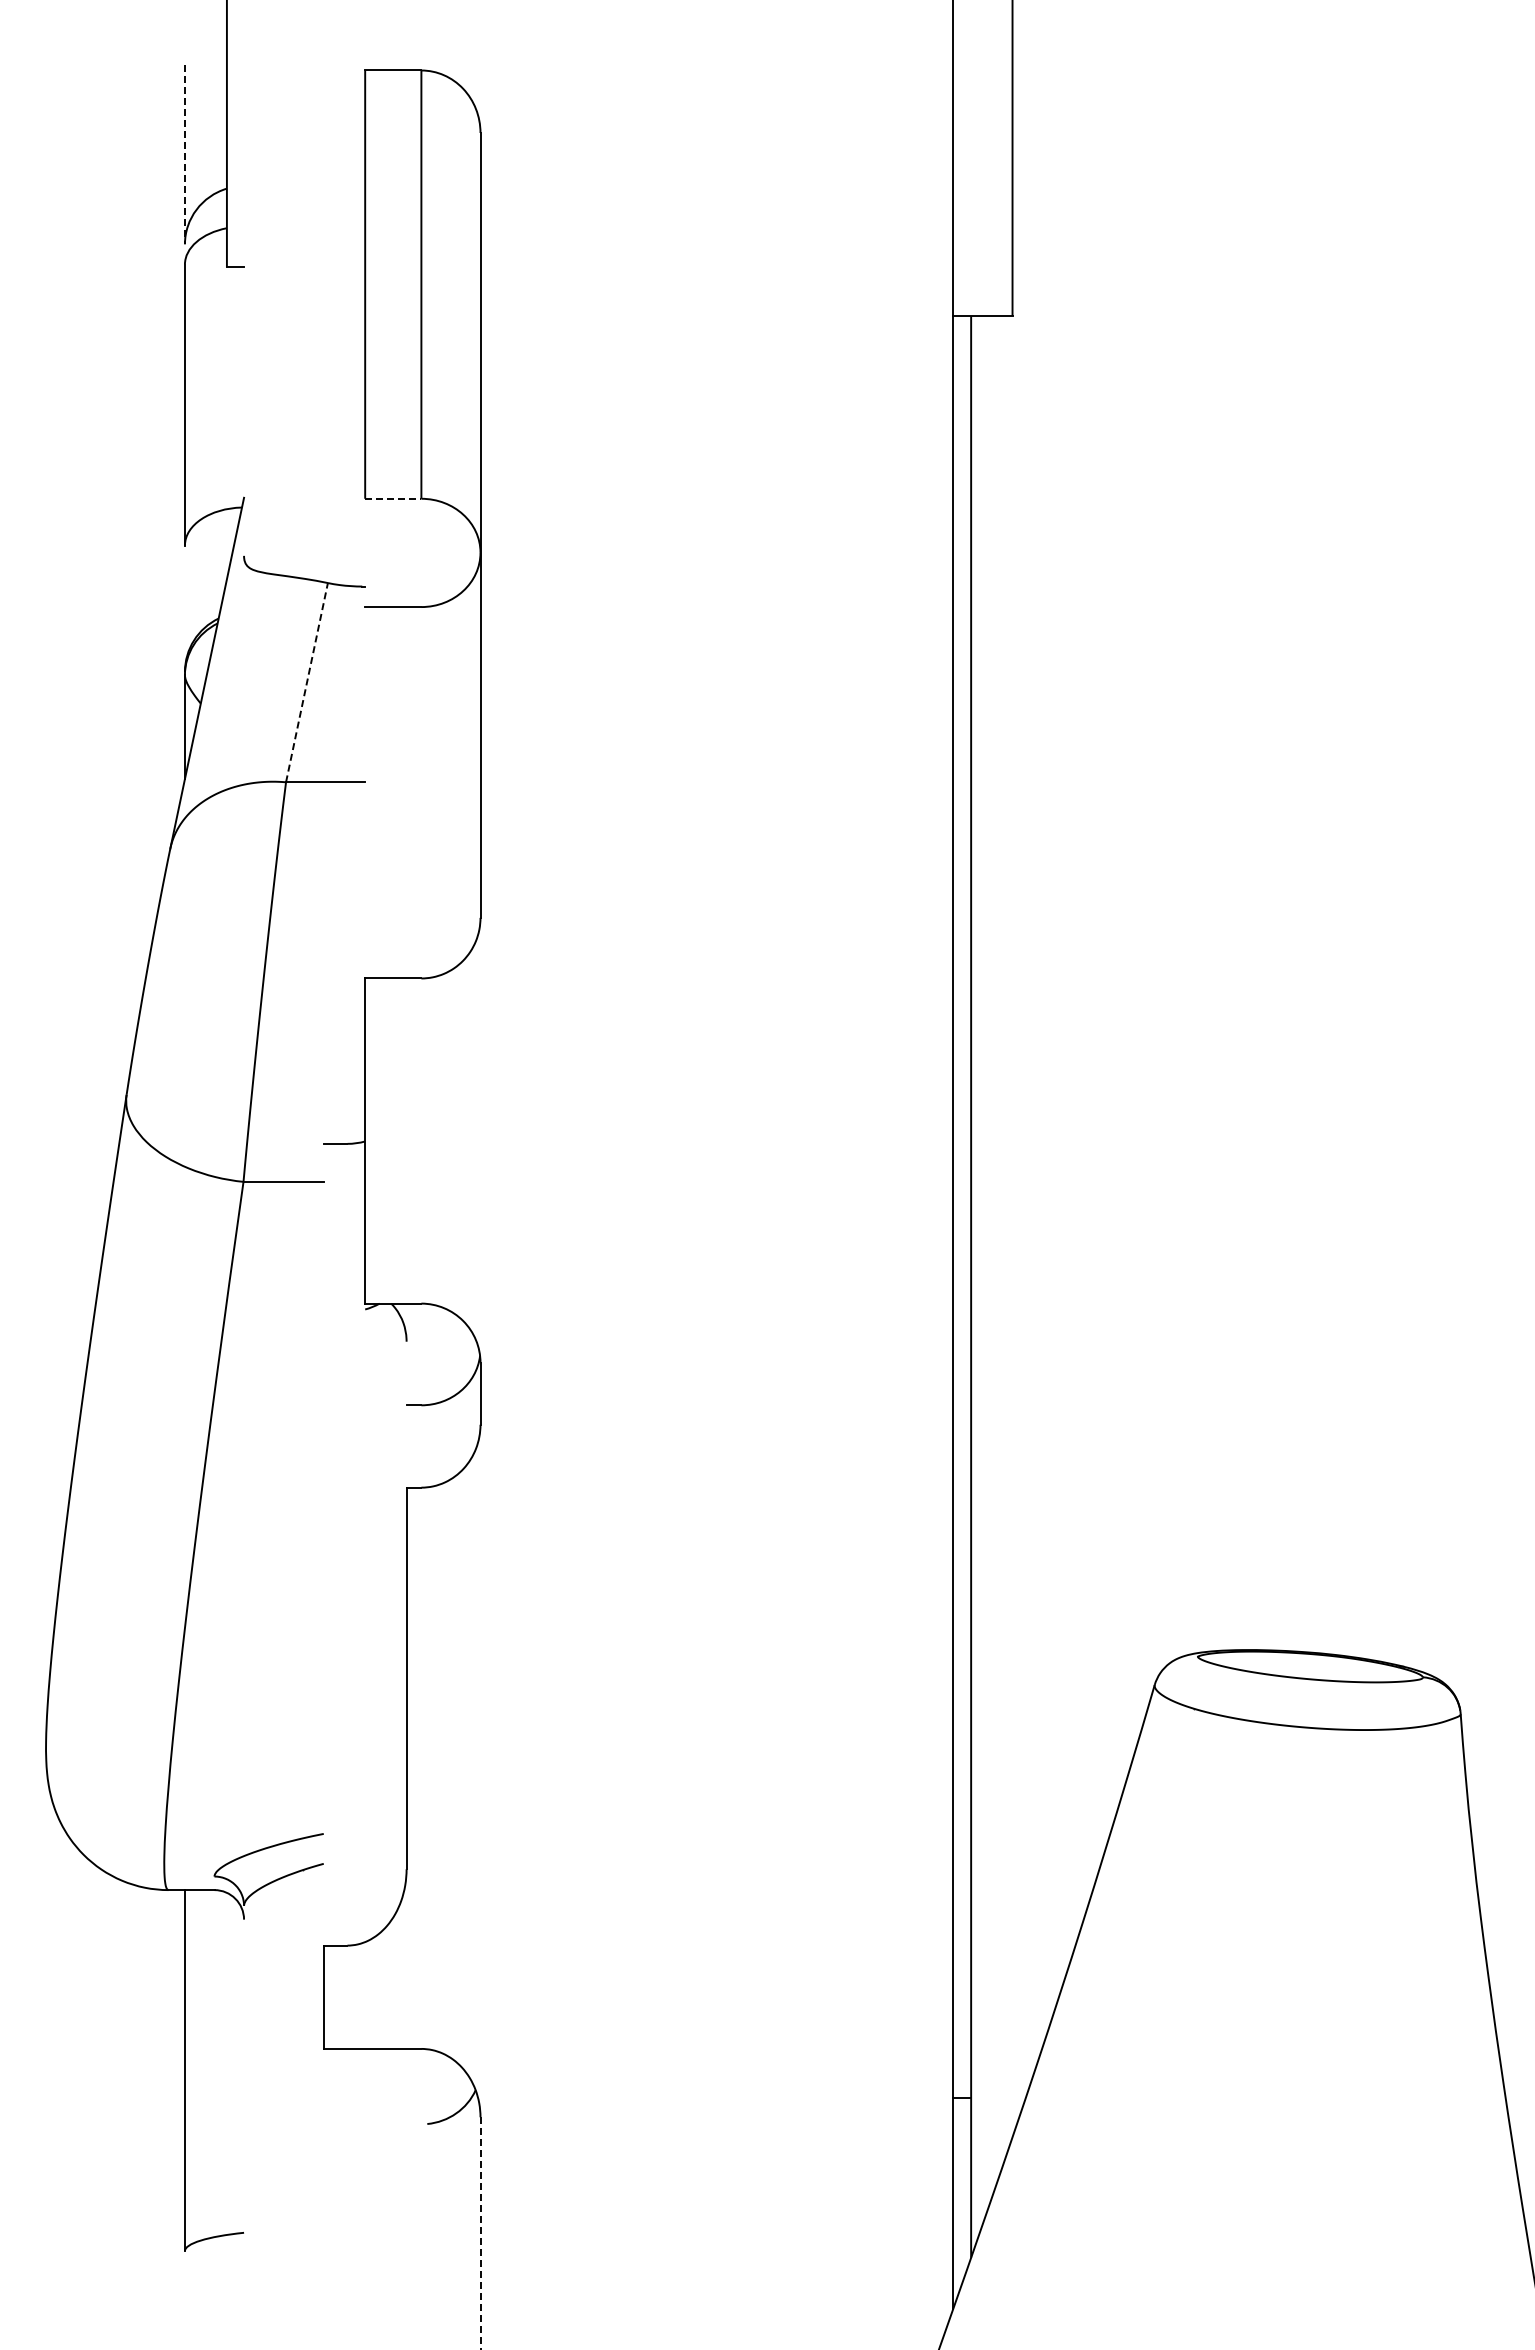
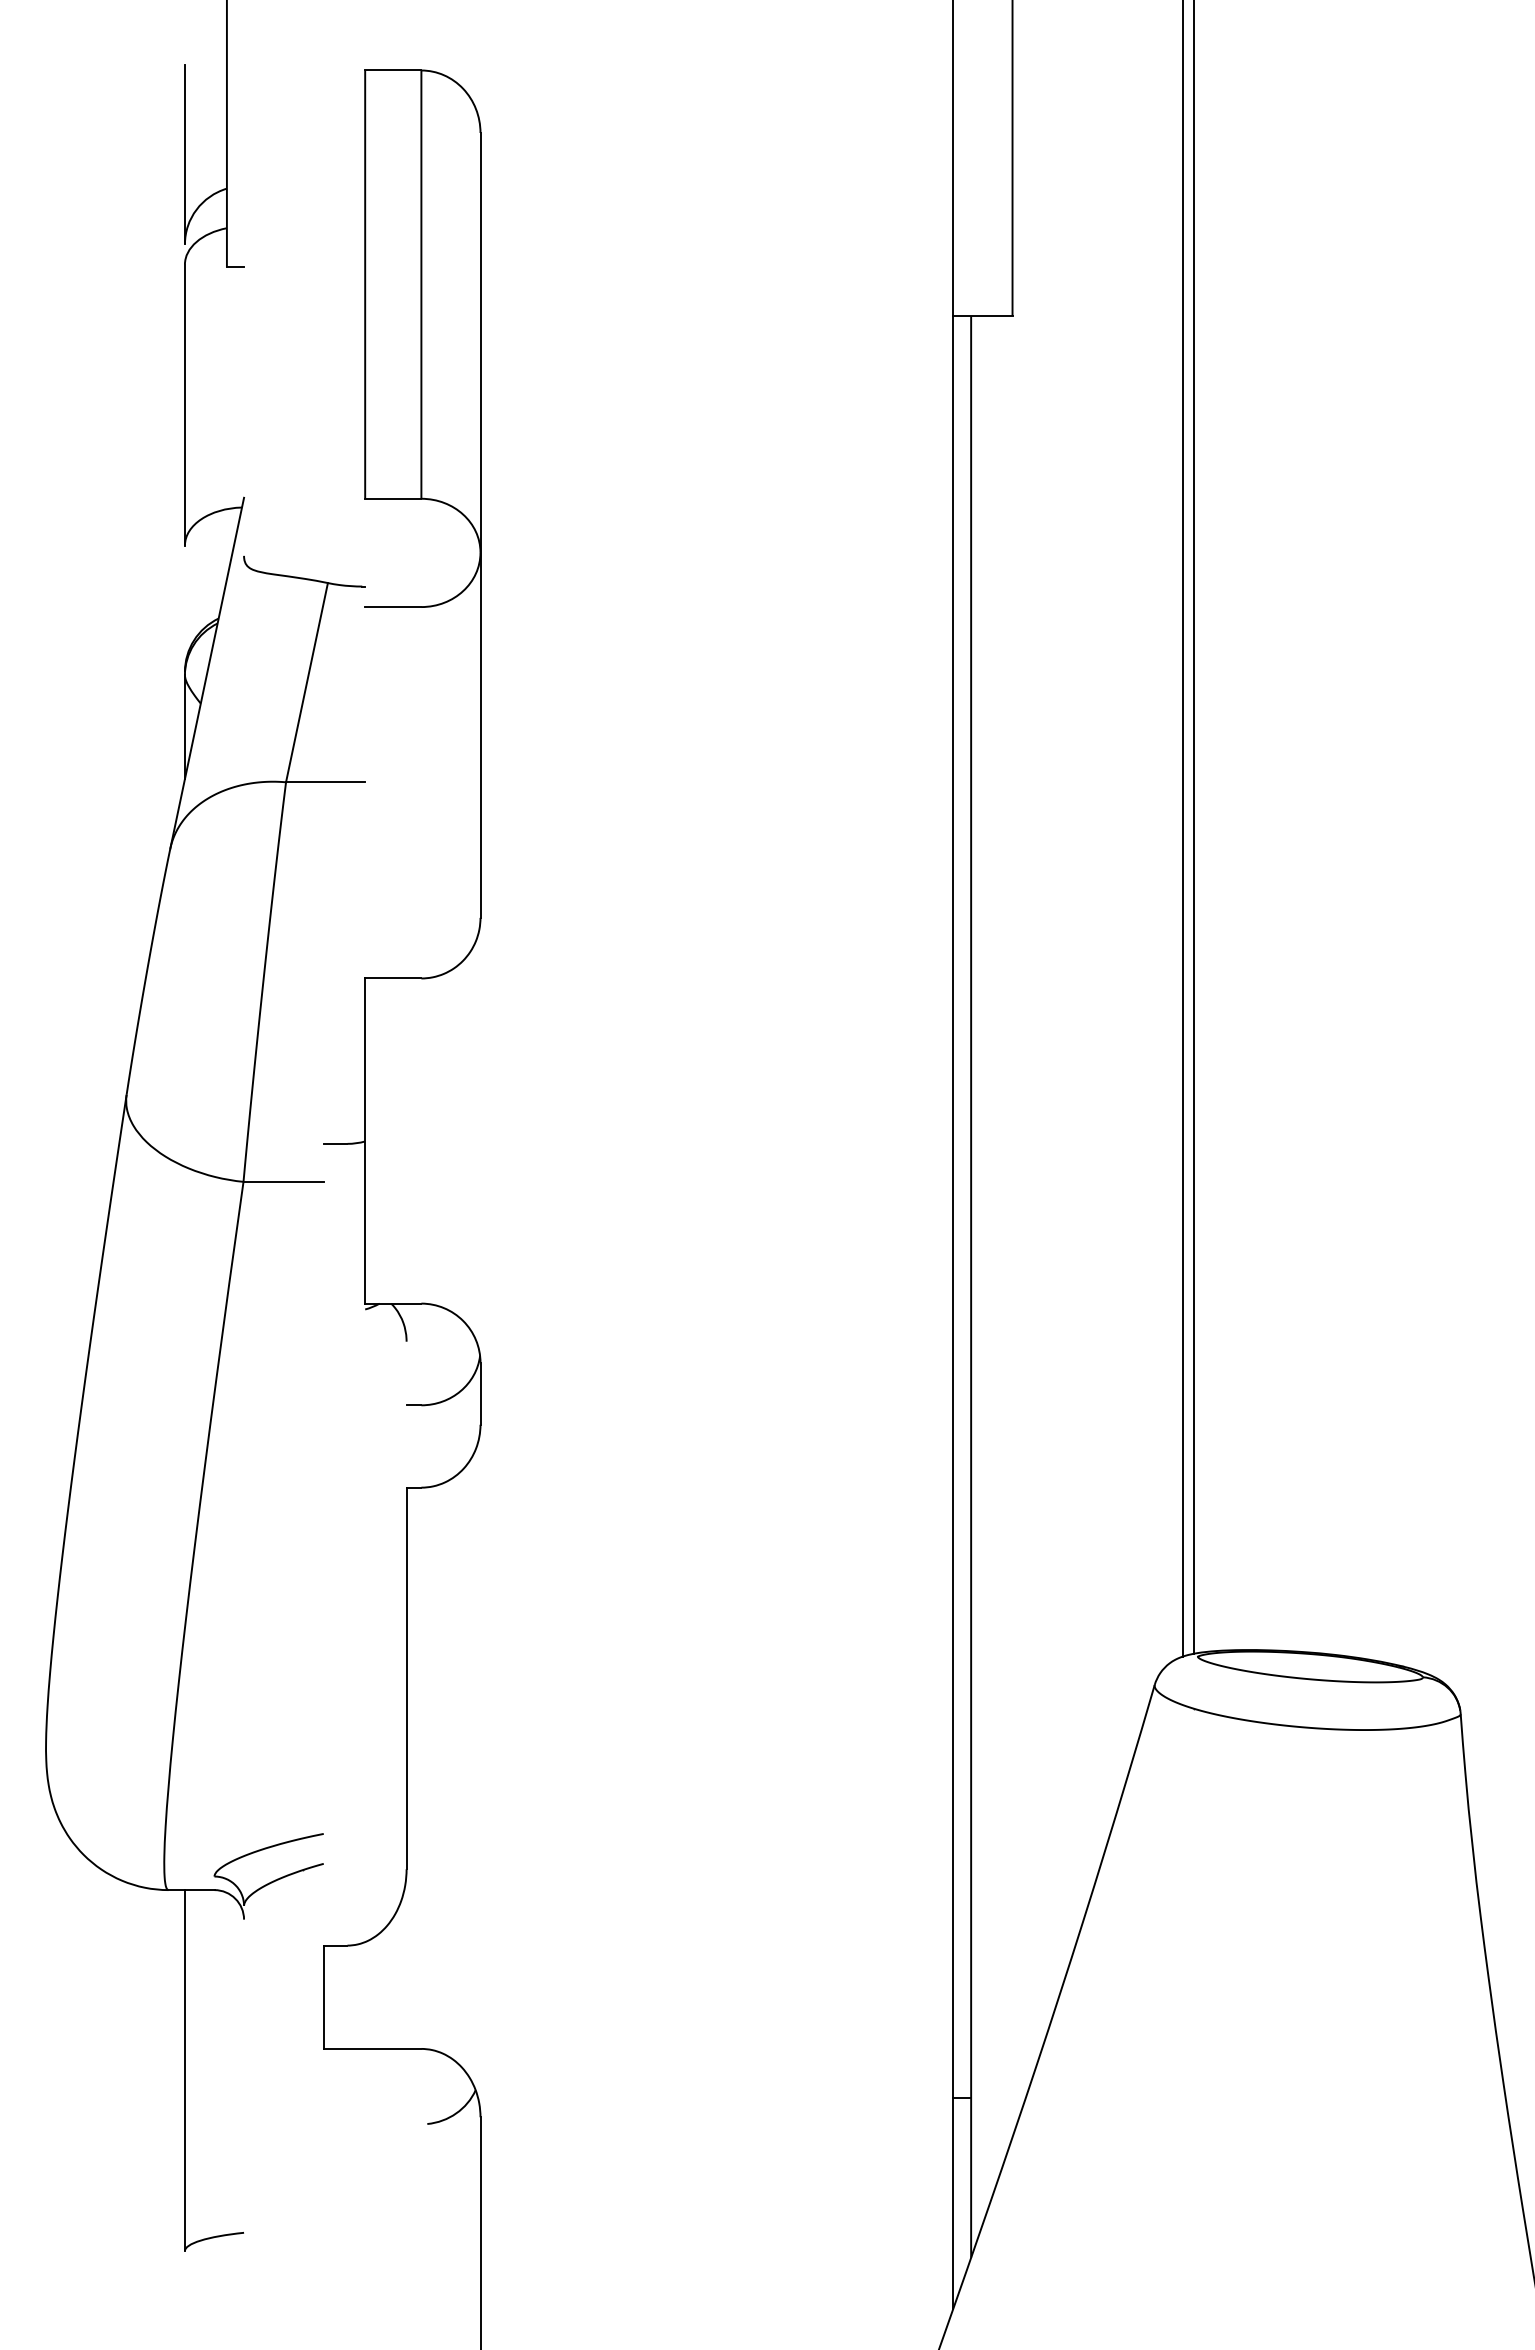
line at (184, 154): dashed -> solid
line at (393, 498): dashed -> solid
line at (306, 682): dashed -> solid
line at (1193, 827): none -> present
line at (1182, 829): none -> present
line at (480, 2234): dashed -> solid
